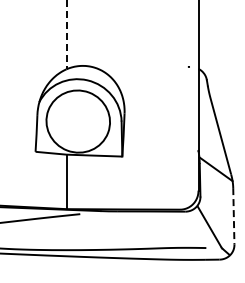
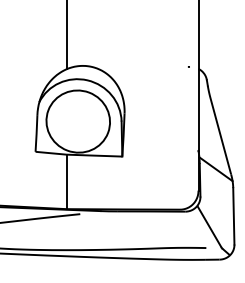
line at (66, 35): dashed -> solid
line at (233, 216): dashed -> solid
